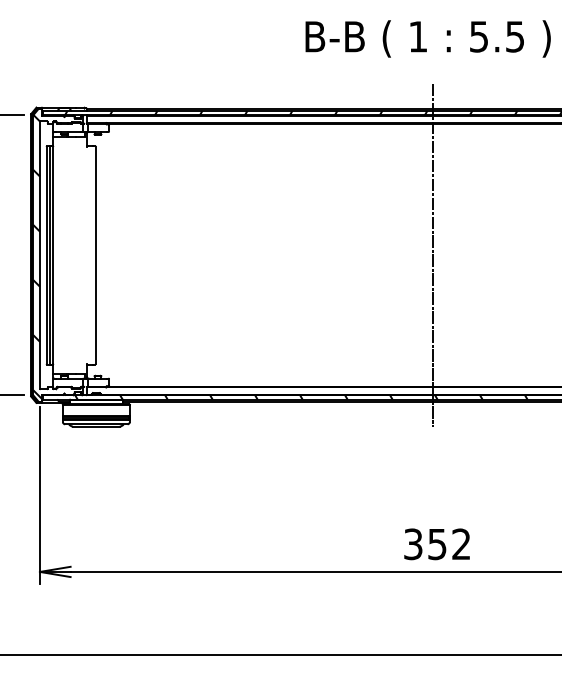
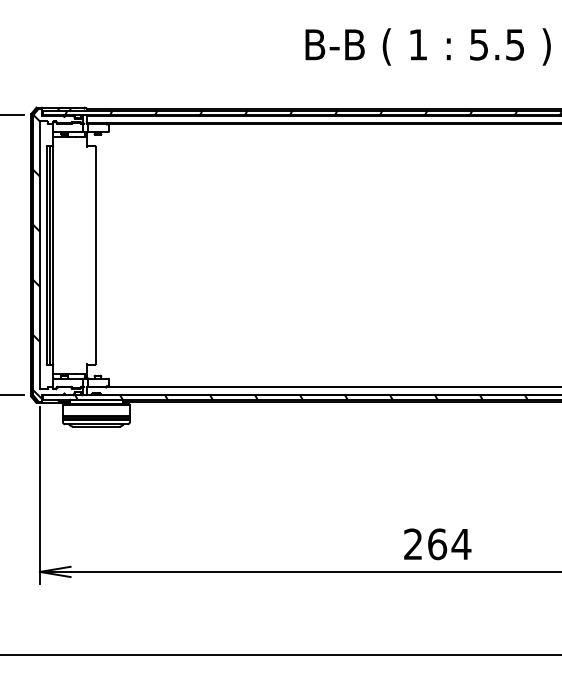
text at (427, 38) position: (427, 38) -> (427, 46)
line at (432, 254): present -> none
text at (437, 544): 352 -> 264
